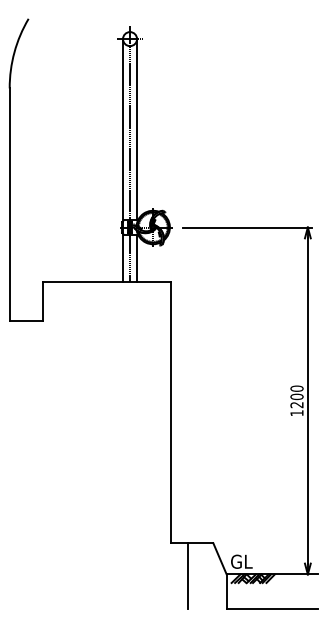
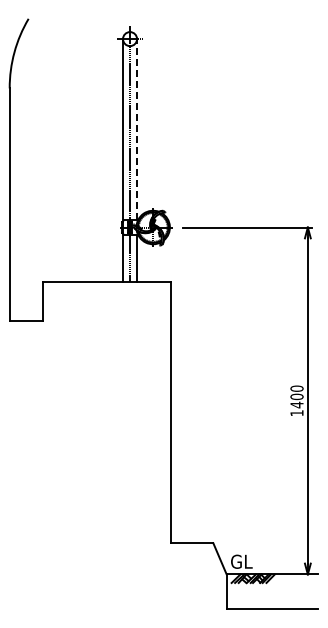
line at (137, 129): solid -> dashed
text at (296, 404): 1200 -> 1400
line at (187, 576): present -> none
